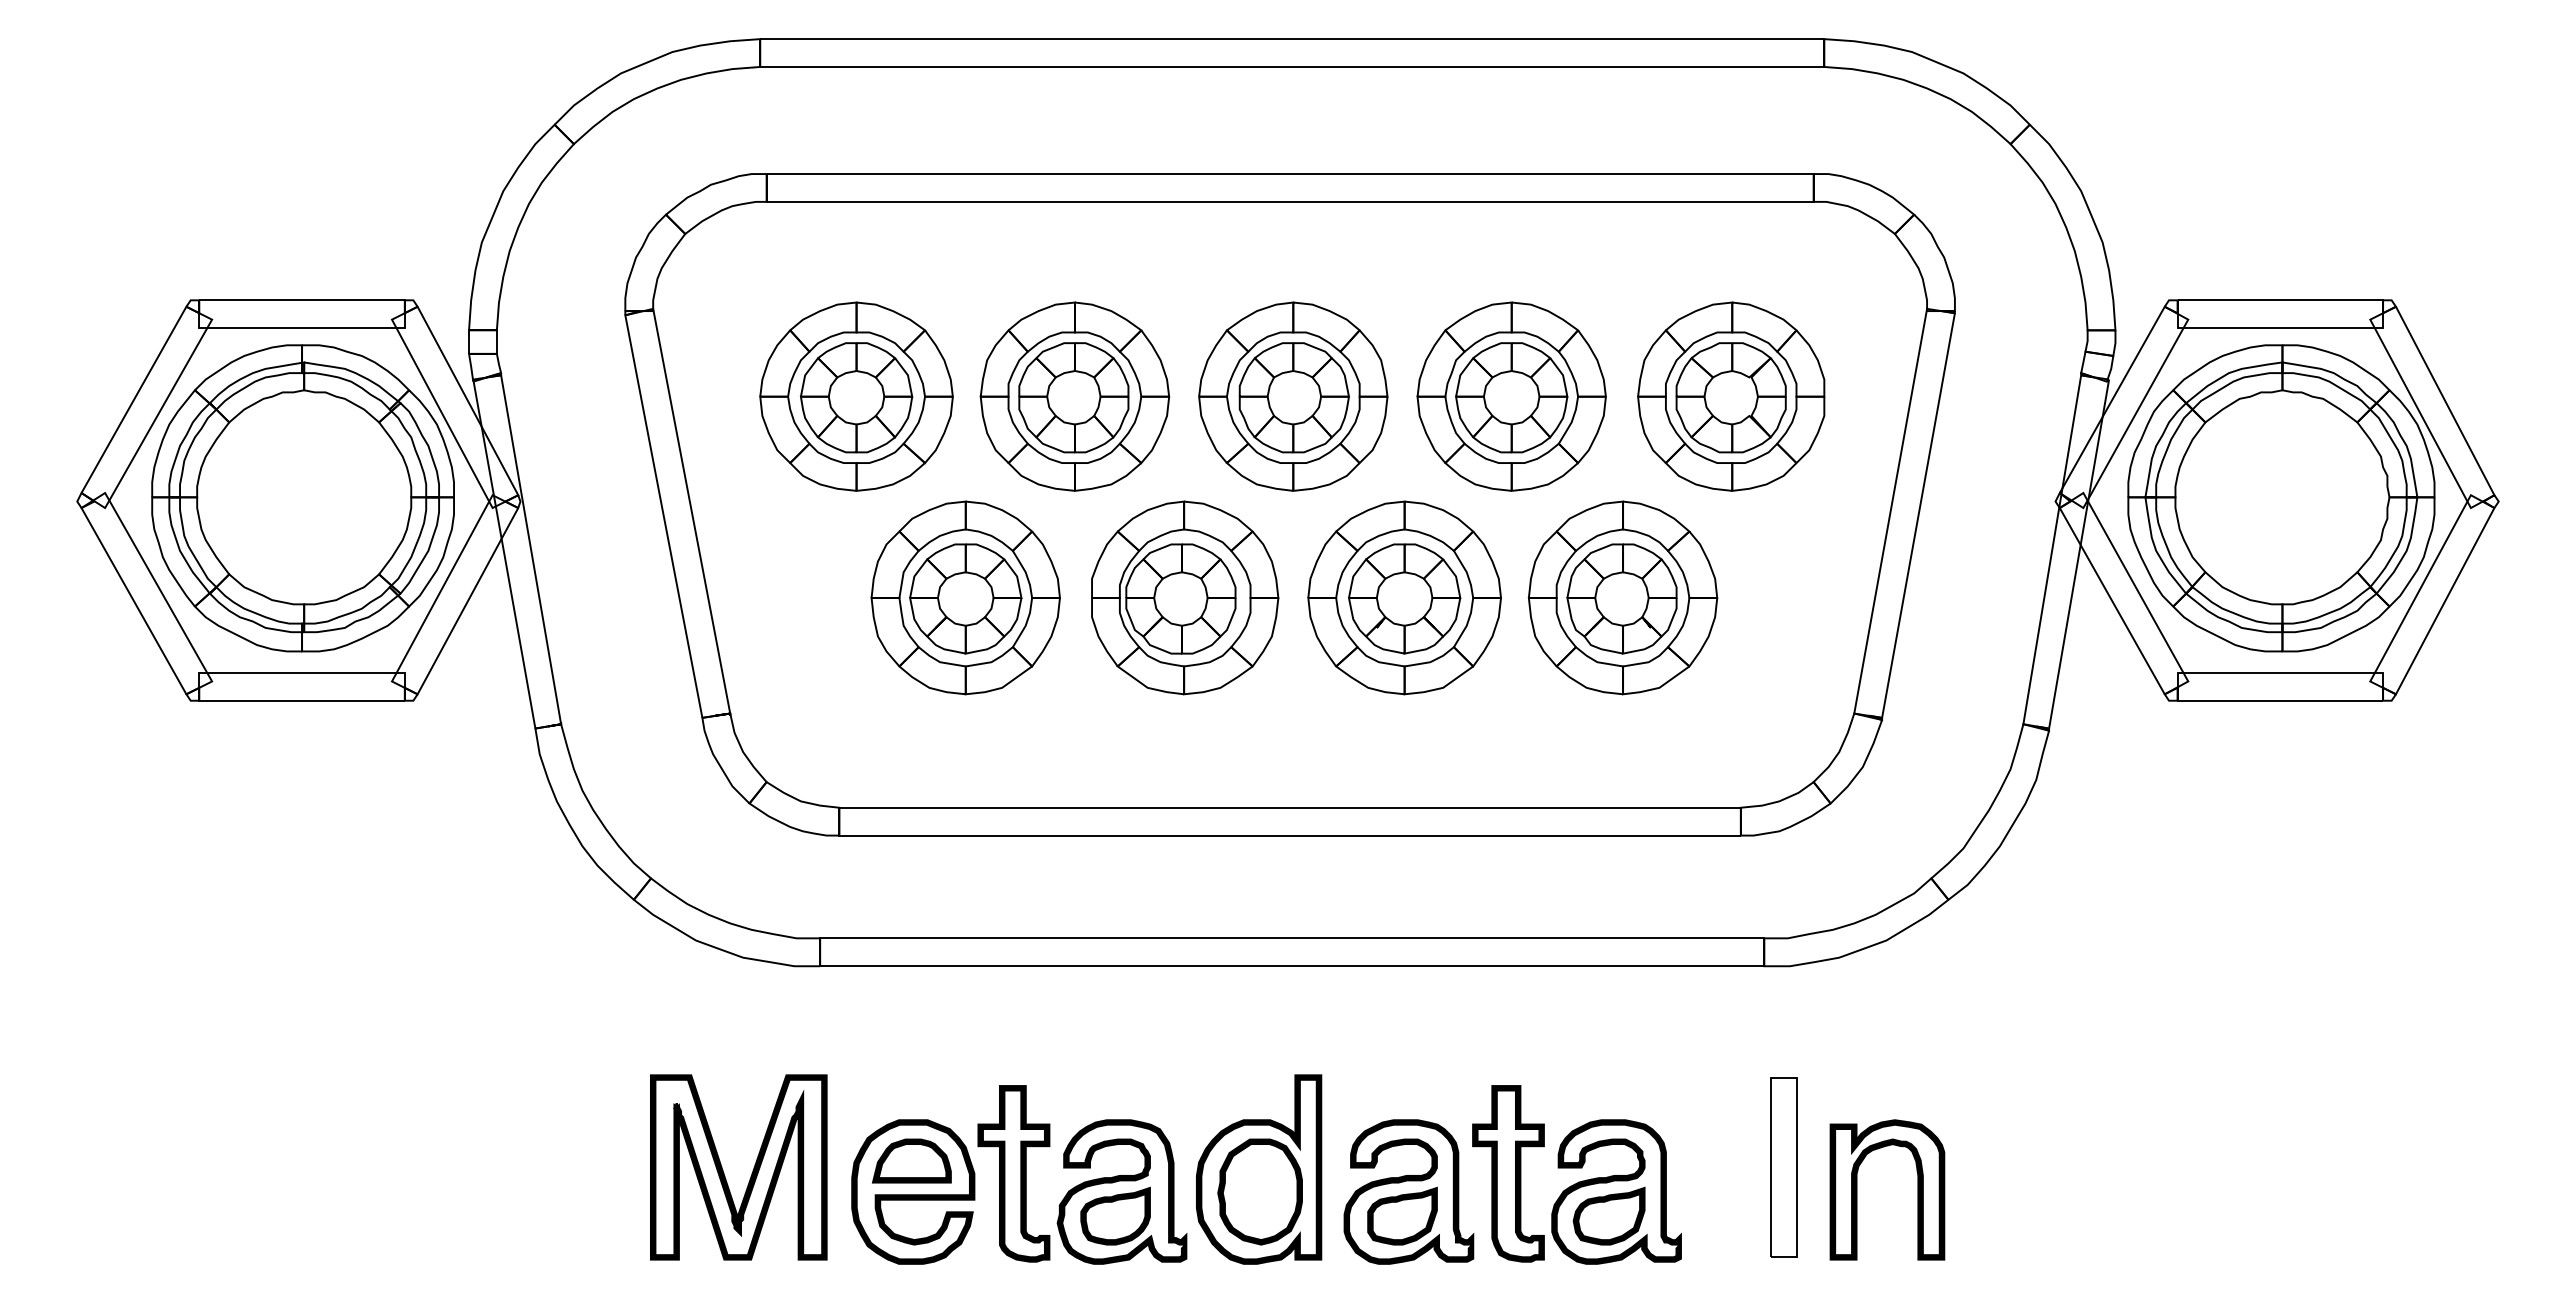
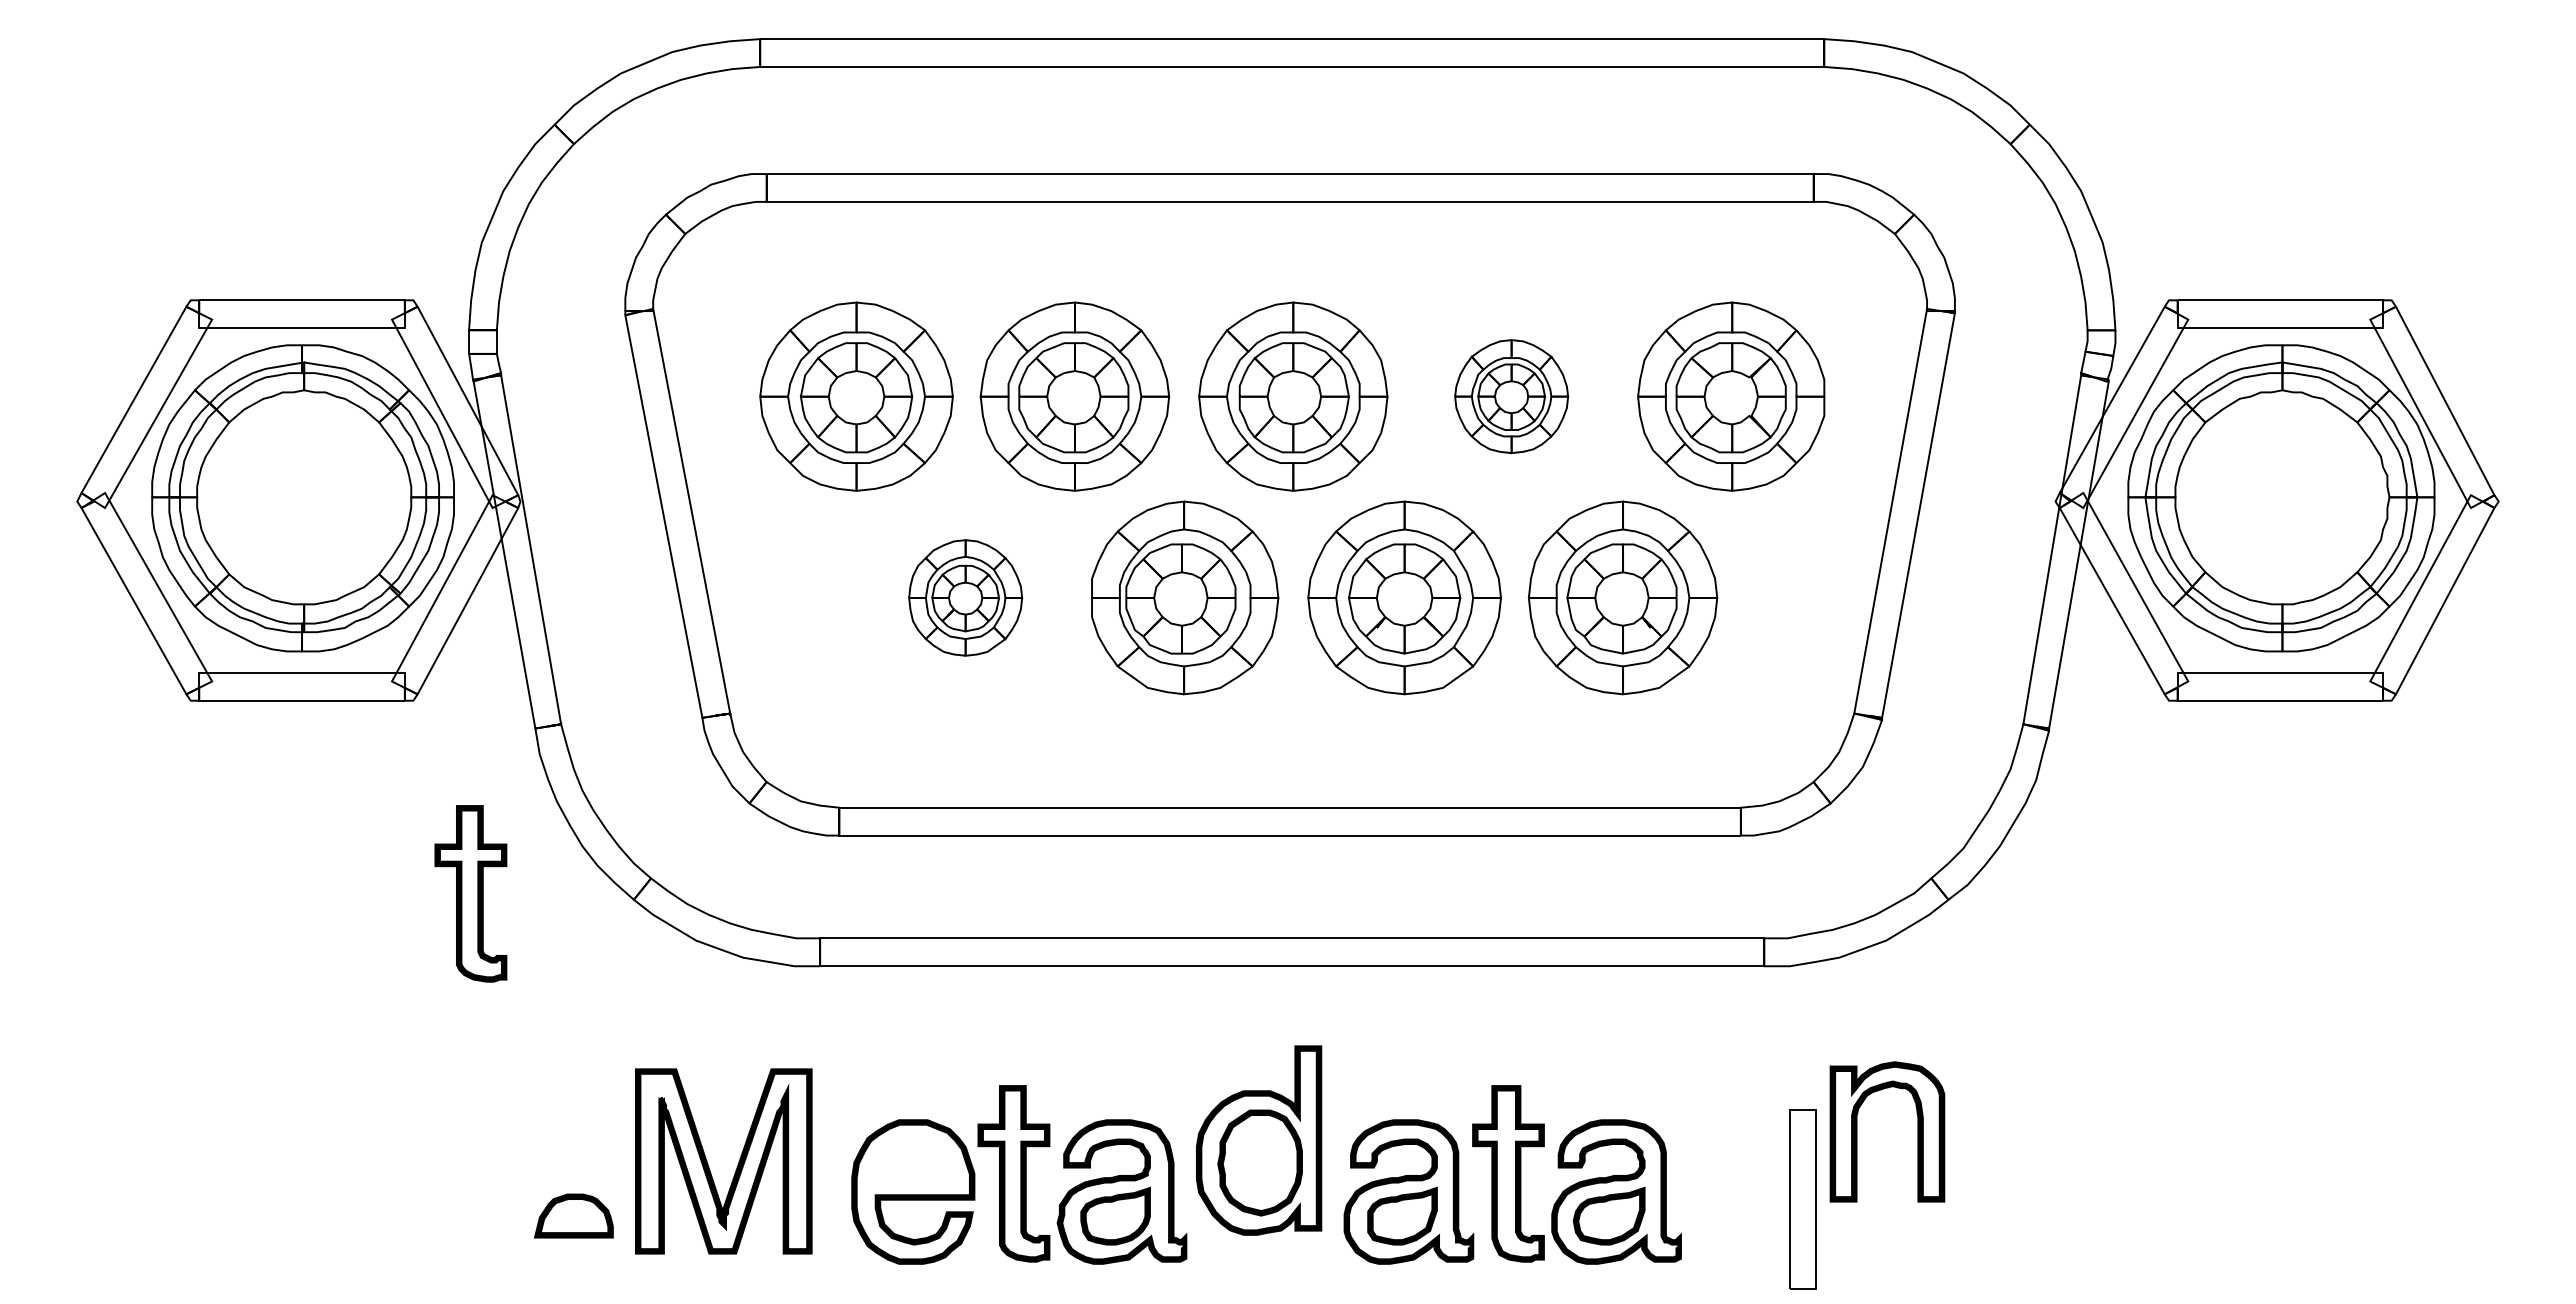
part at (1511, 396) size: 191x191 px -> 116x116 px
part at (965, 597) size: 191x196 px -> 116x118 px
part at (470, 893): none -> present
part at (911, 1160) position: (911, 1160) -> (573, 1215)
part at (1783, 1167) position: (1783, 1167) -> (1802, 1199)
part at (1259, 1169) position: (1259, 1169) -> (1259, 1140)
part at (752, 1170) position: (752, 1170) -> (737, 1164)
part at (1857, 1189) position: (1857, 1189) -> (1857, 1131)
